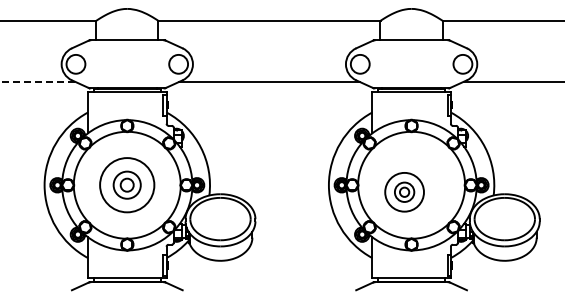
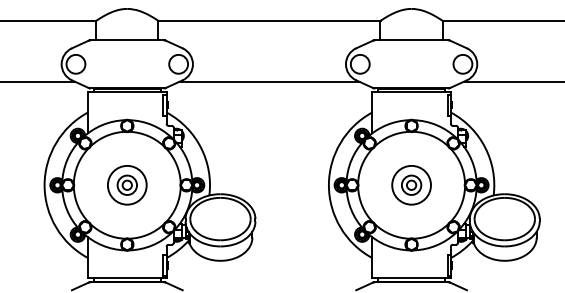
line at (37, 81): dashed -> solid
part at (127, 185) size: 57x57 px -> 41x41 px
part at (404, 192) position: (404, 192) -> (411, 185)
